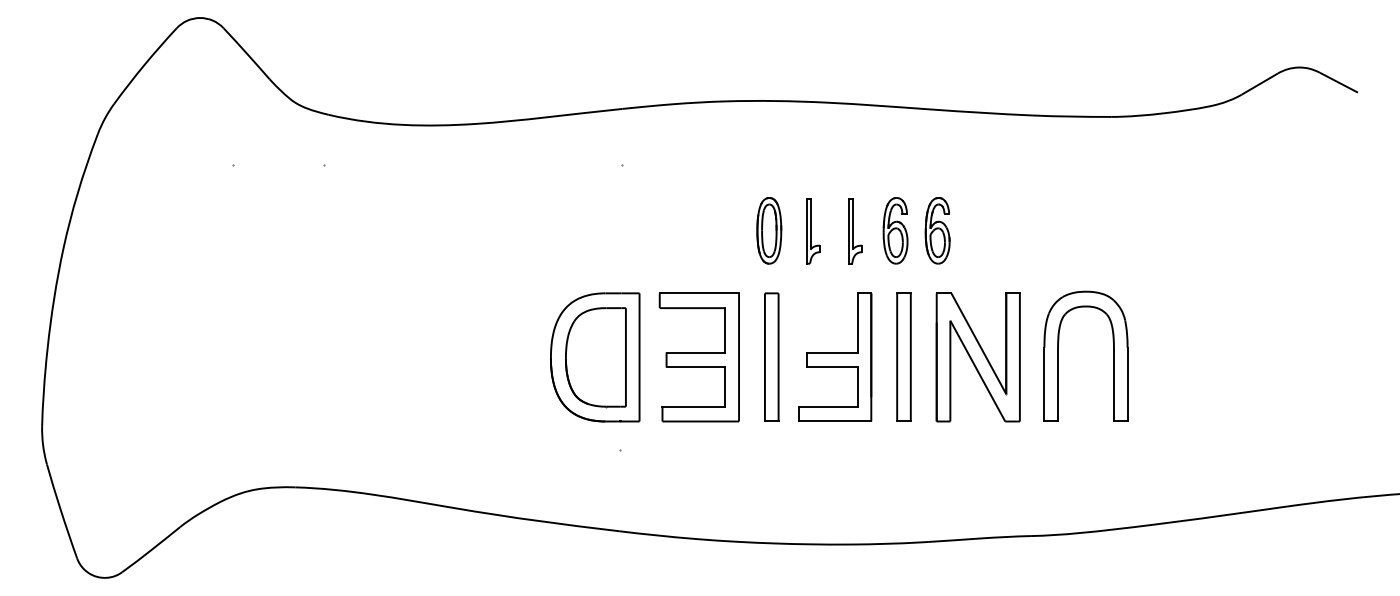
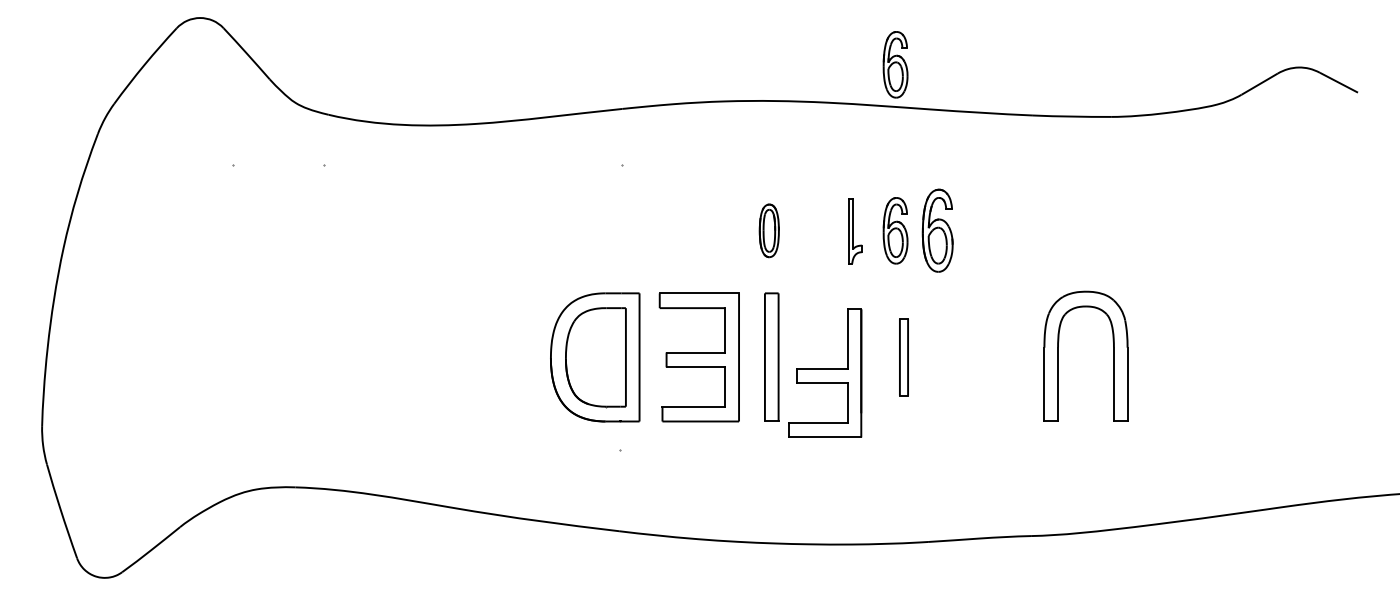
part at (895, 64): none -> present
part at (769, 230) size: 27x68 px -> 22x56 px
part at (937, 230) size: 27x68 px -> 33x85 px
part at (813, 231): present -> none
part at (835, 356) position: (835, 356) -> (825, 372)
part at (903, 356) size: 16x130 px -> 10x79 px
part at (977, 357): present -> none
